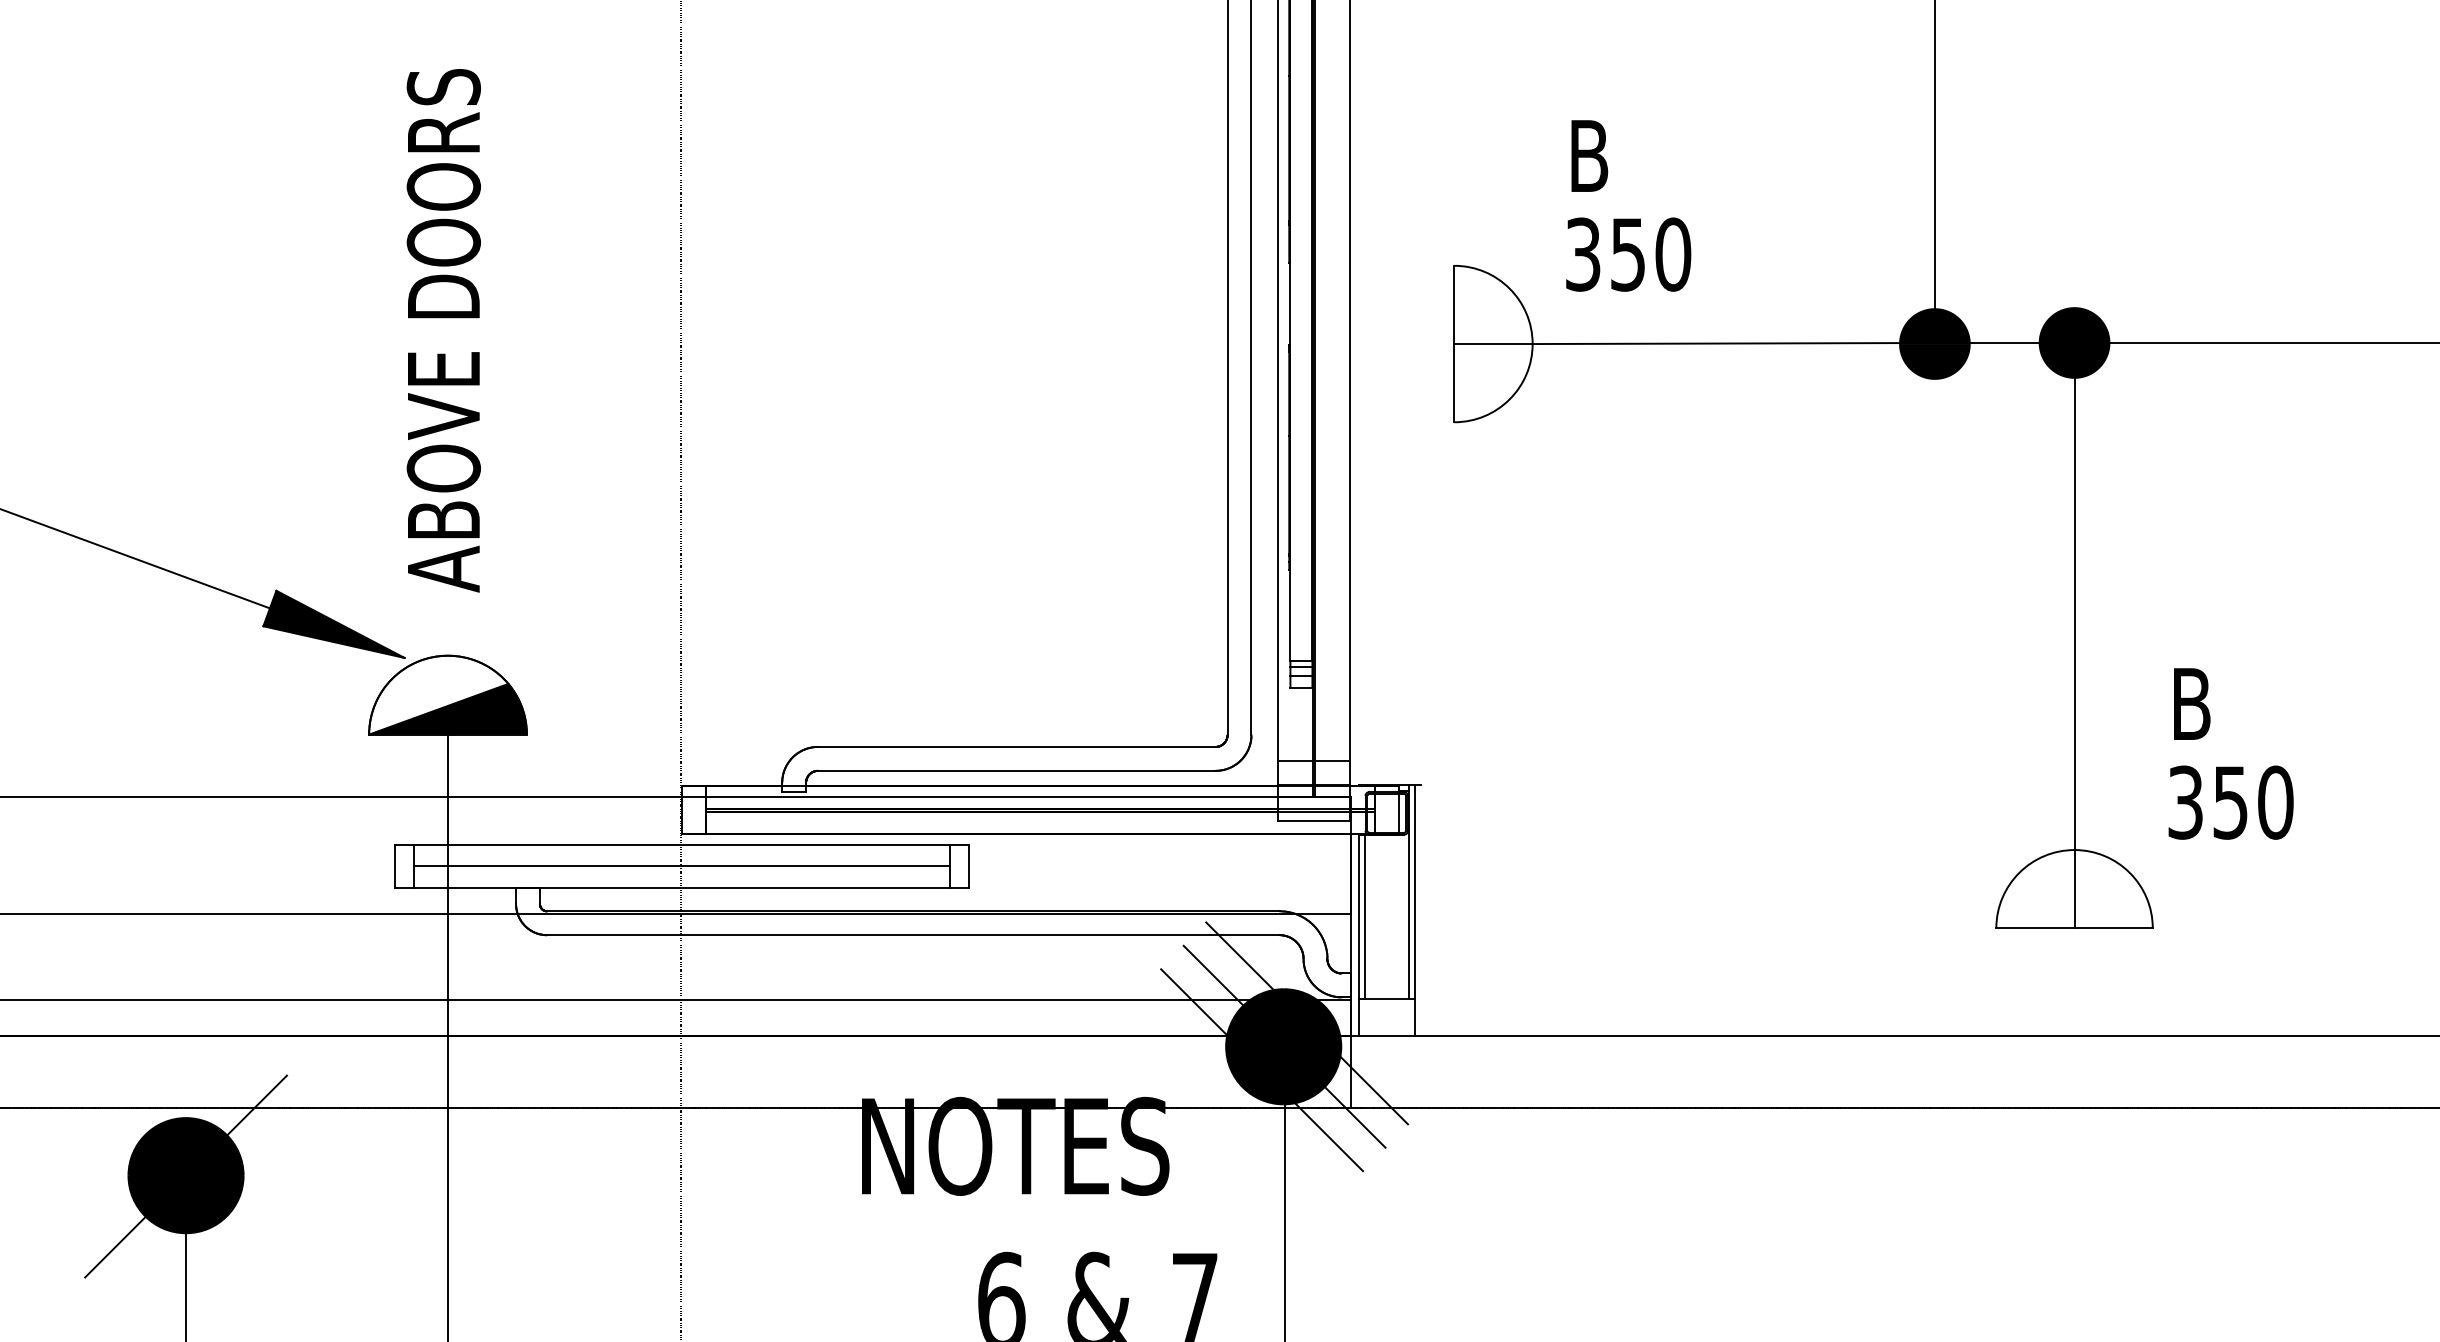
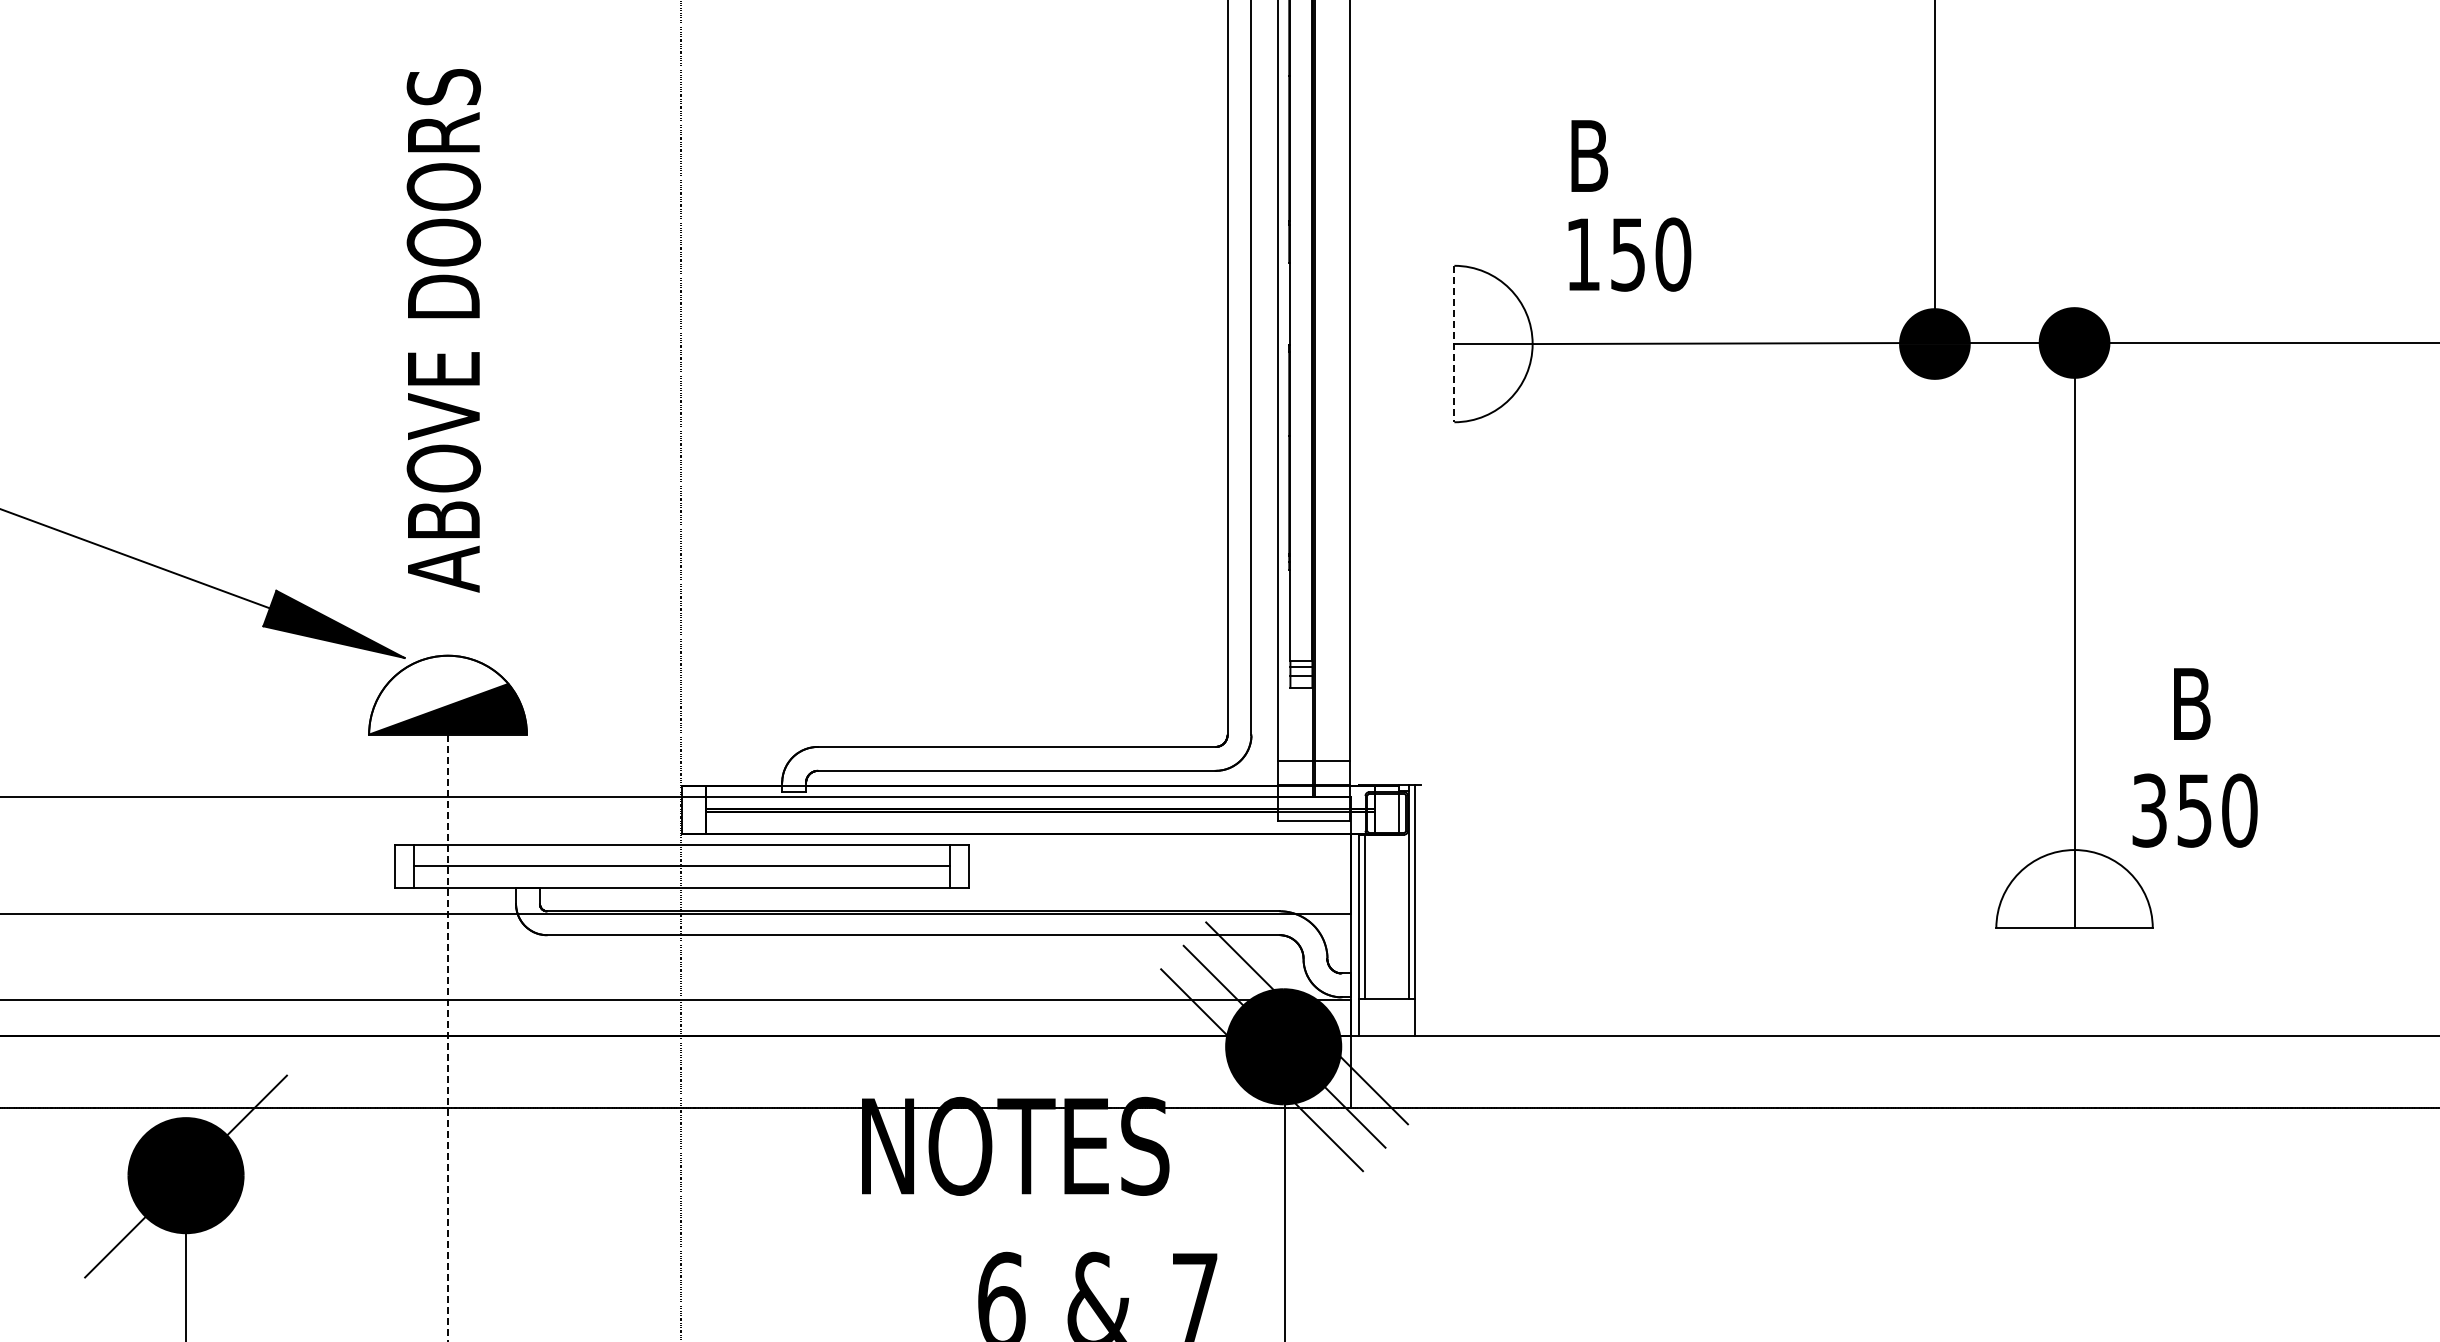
text at (1583, 254): 350 -> 150
line at (1454, 344): solid -> dashed
text at (2230, 802) position: (2230, 802) -> (2194, 810)
line at (448, 1038): solid -> dashed
